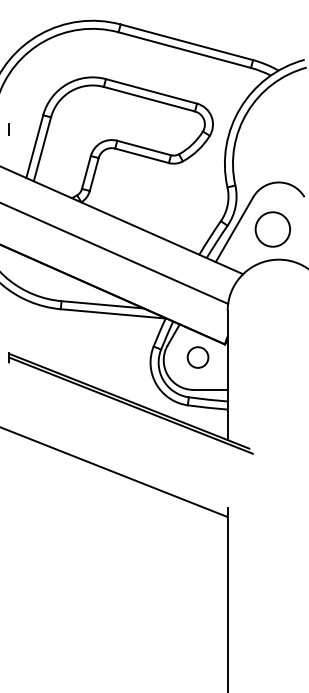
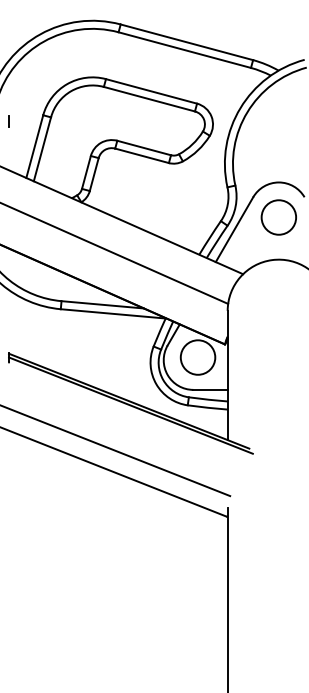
line at (8, 129) position: (8, 129) -> (8, 121)
circle at (272, 229) position: (272, 229) -> (278, 217)
circle at (197, 357) diameter: 21 px -> 34 px
line at (116, 451): none -> present
